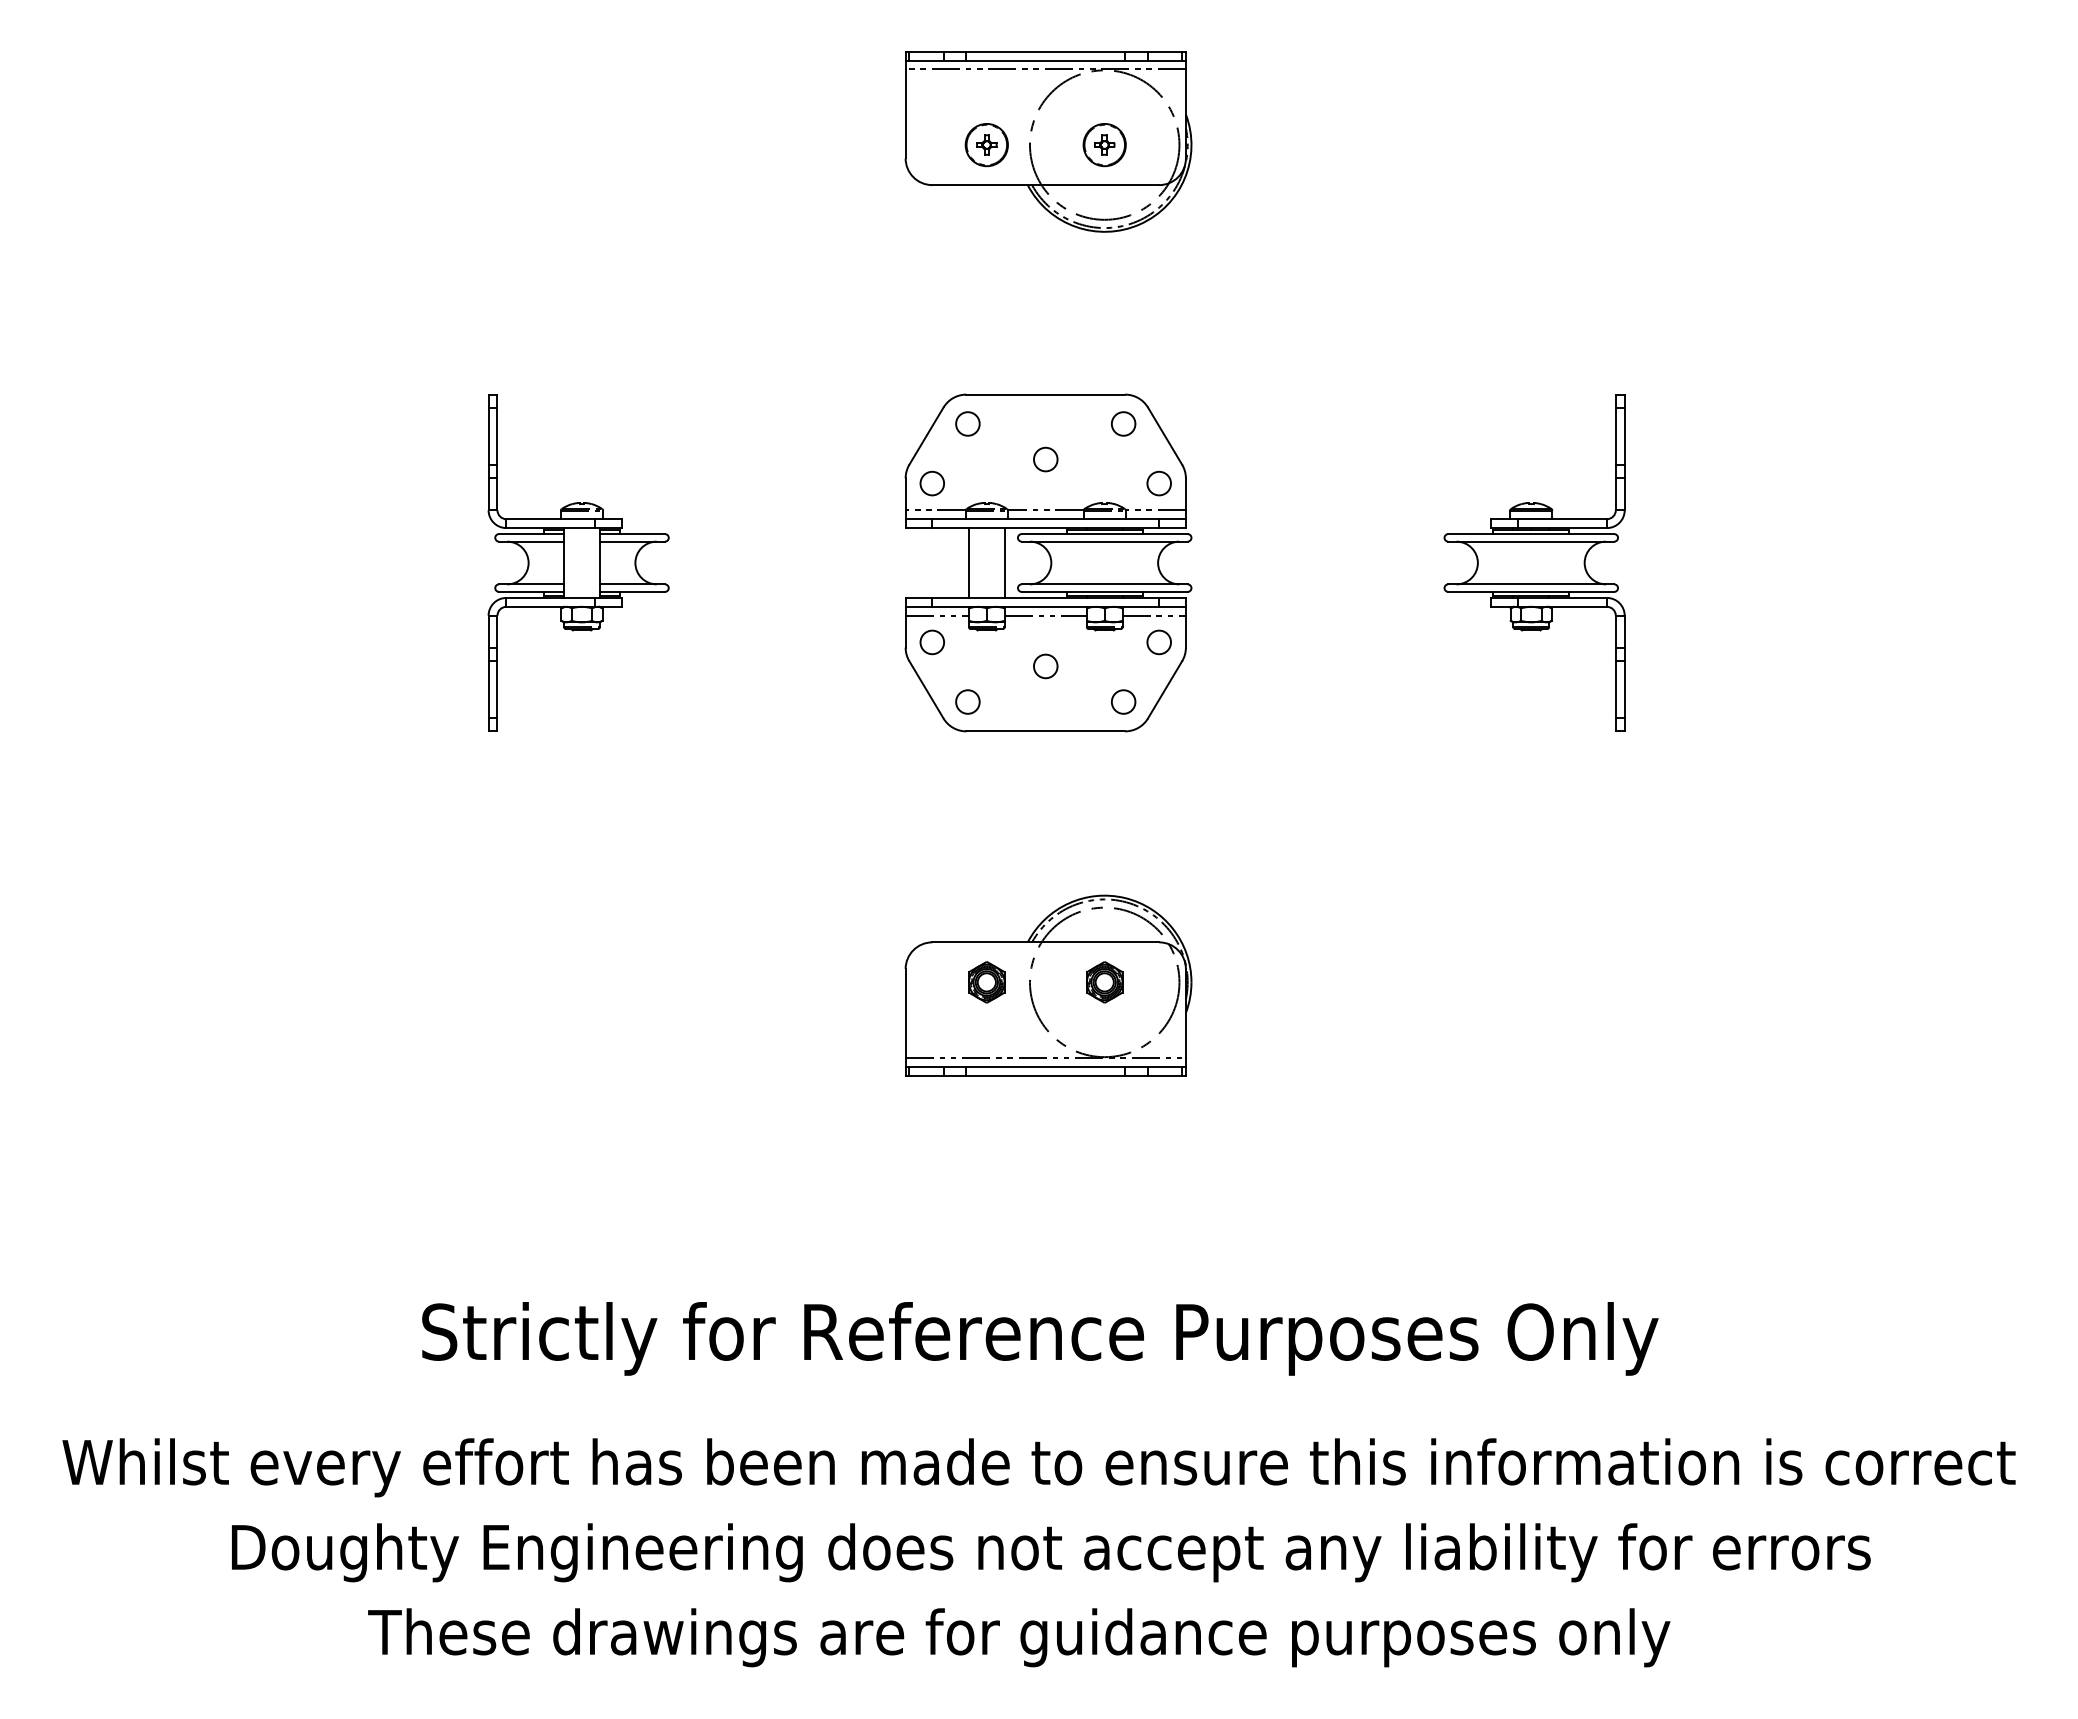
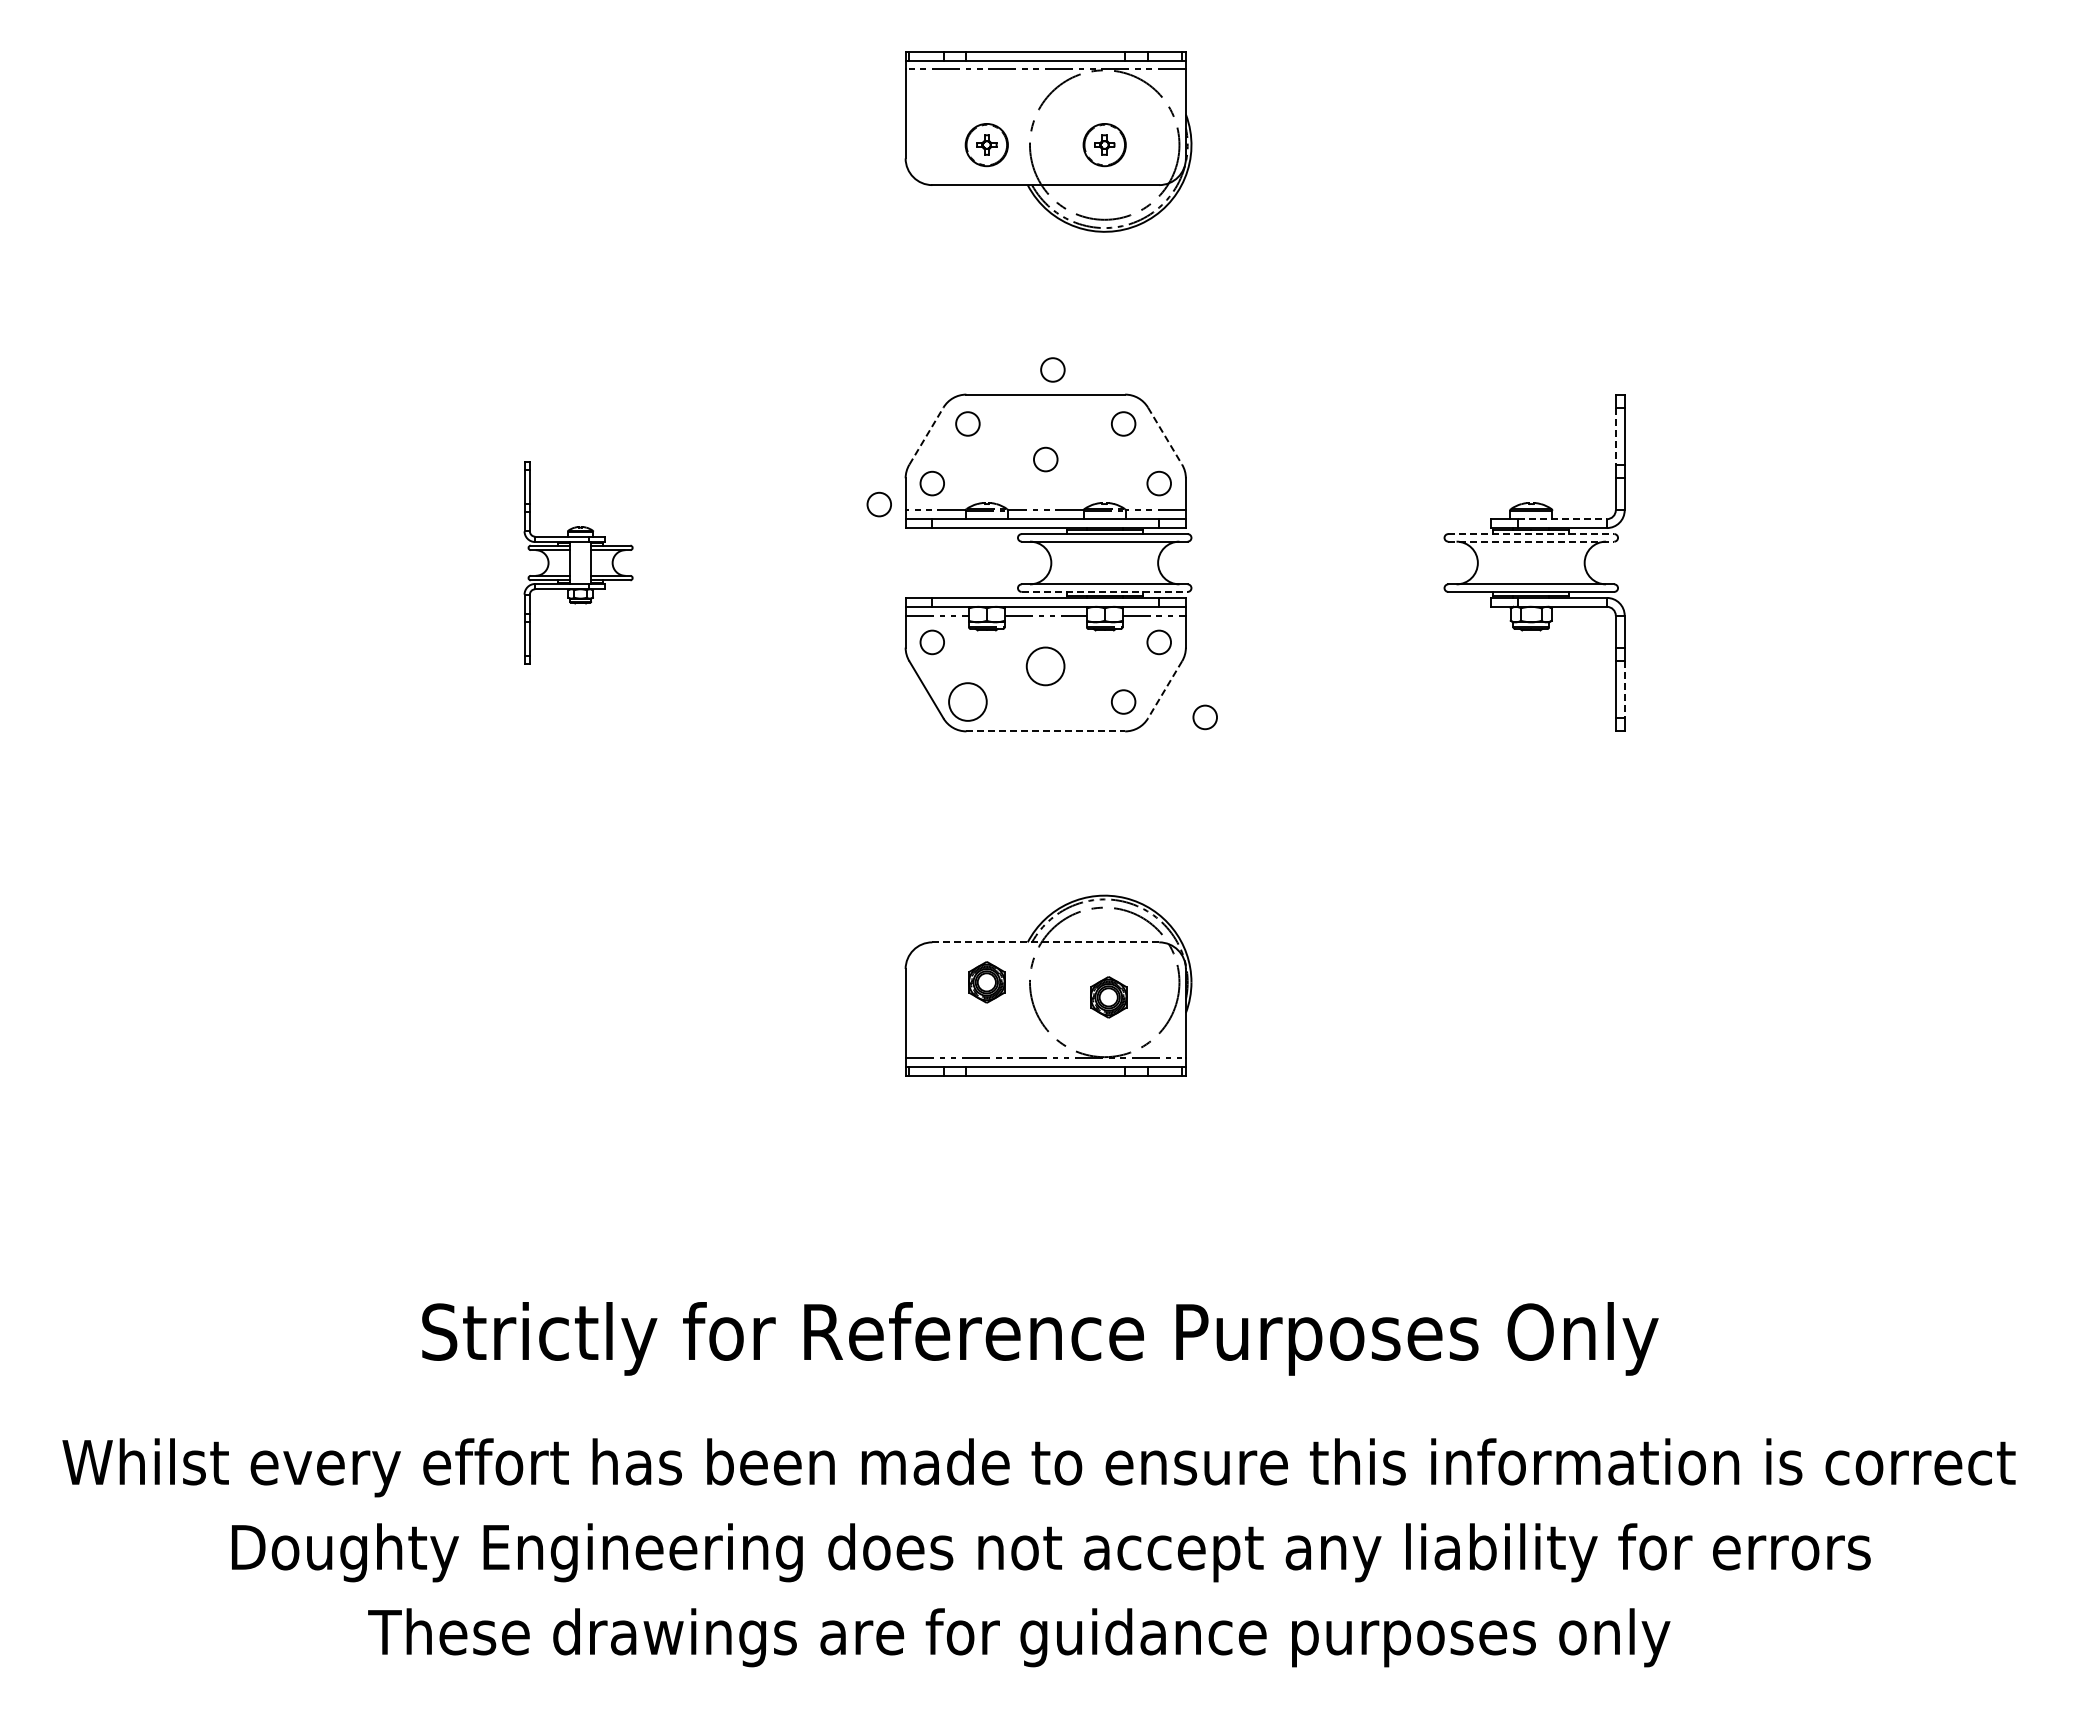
circle at (1052, 369): none -> present
line at (926, 435): solid -> dashed
line at (1165, 436): solid -> dashed
line at (1615, 436): solid -> dashed
circle at (878, 504): none -> present
line at (1562, 519): solid -> dashed
line at (1531, 534): solid -> dashed
line at (1531, 541): solid -> dashed
part at (578, 562) size: 183x338 px -> 111x204 px
line at (969, 562): present -> none
line at (1004, 562): present -> none
line at (1104, 591): solid -> dashed
circle at (1045, 666) size: 26x27 px -> 41x41 px
line at (1624, 689): solid -> dashed
line at (1164, 690): solid -> dashed
circle at (967, 701) diameter: 24 px -> 38 px
circle at (1204, 717): none -> present
line at (1046, 731): solid -> dashed
line at (1046, 942): solid -> dashed
part at (1104, 982) position: (1104, 982) -> (1108, 997)
